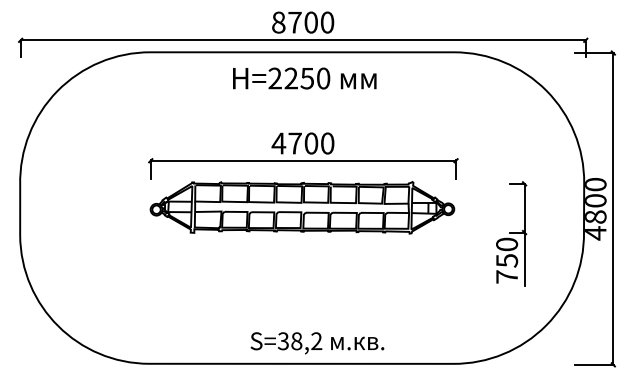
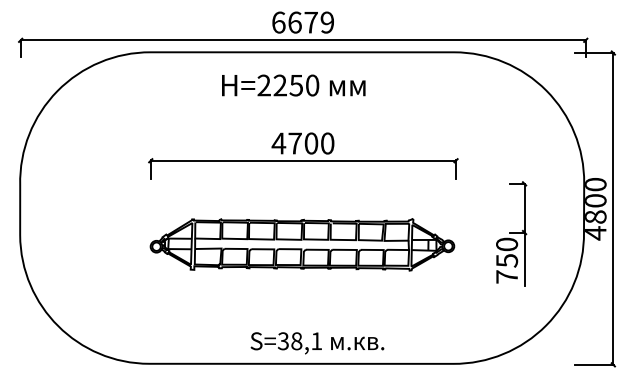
text at (303, 22): 8700 -> 6679
text at (304, 78) position: (304, 78) -> (293, 85)
part at (302, 207) position: (302, 207) -> (302, 244)
text at (316, 340): S=38,2 -> S=38,1
